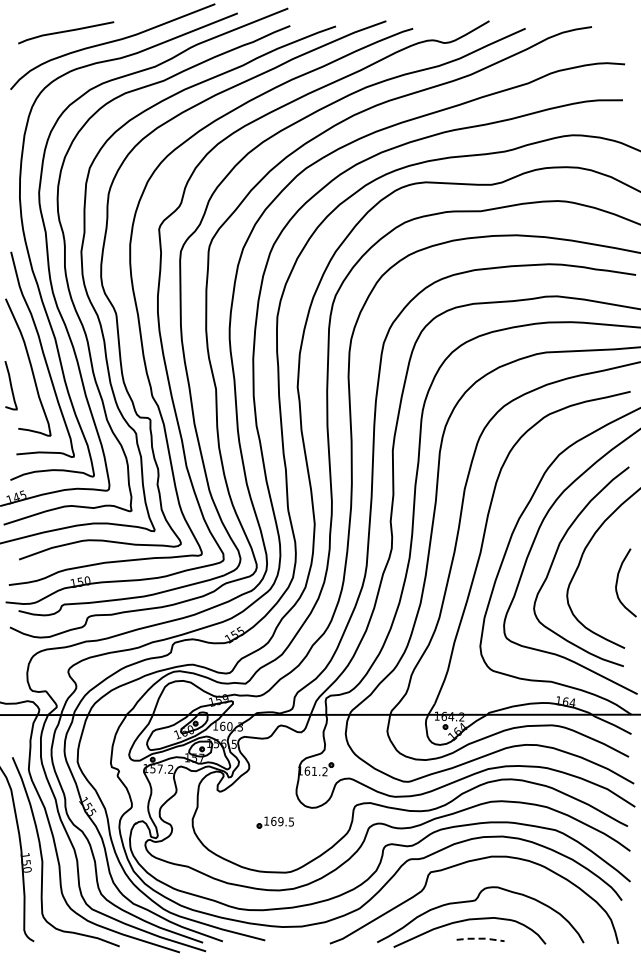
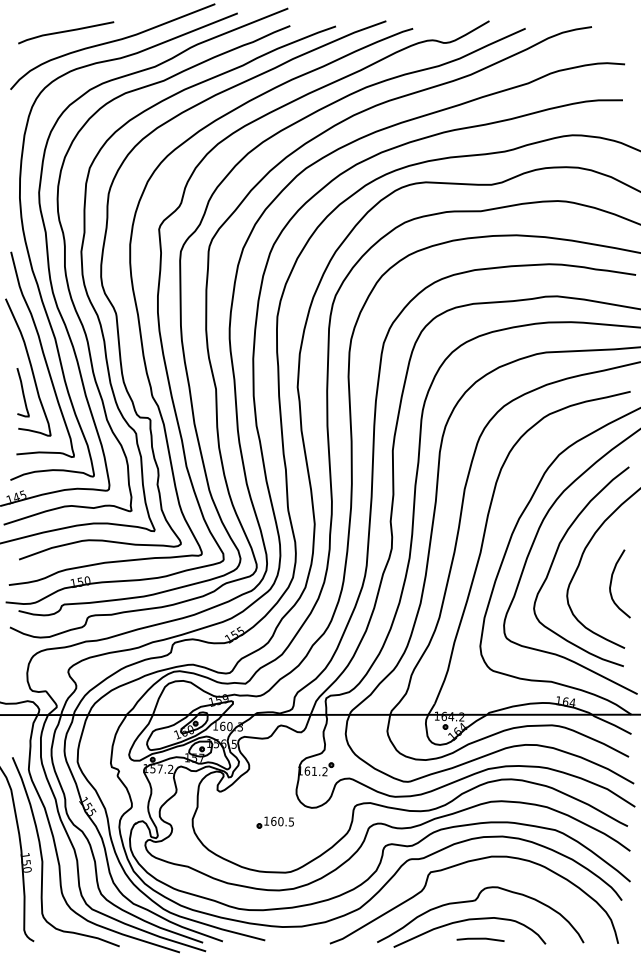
curve at (10, 385) position: (10, 385) -> (22, 392)
curve at (618, 579) position: (618, 579) -> (612, 580)
text at (280, 821): 169.5 -> 160.5
line at (480, 938): dashed -> solid
